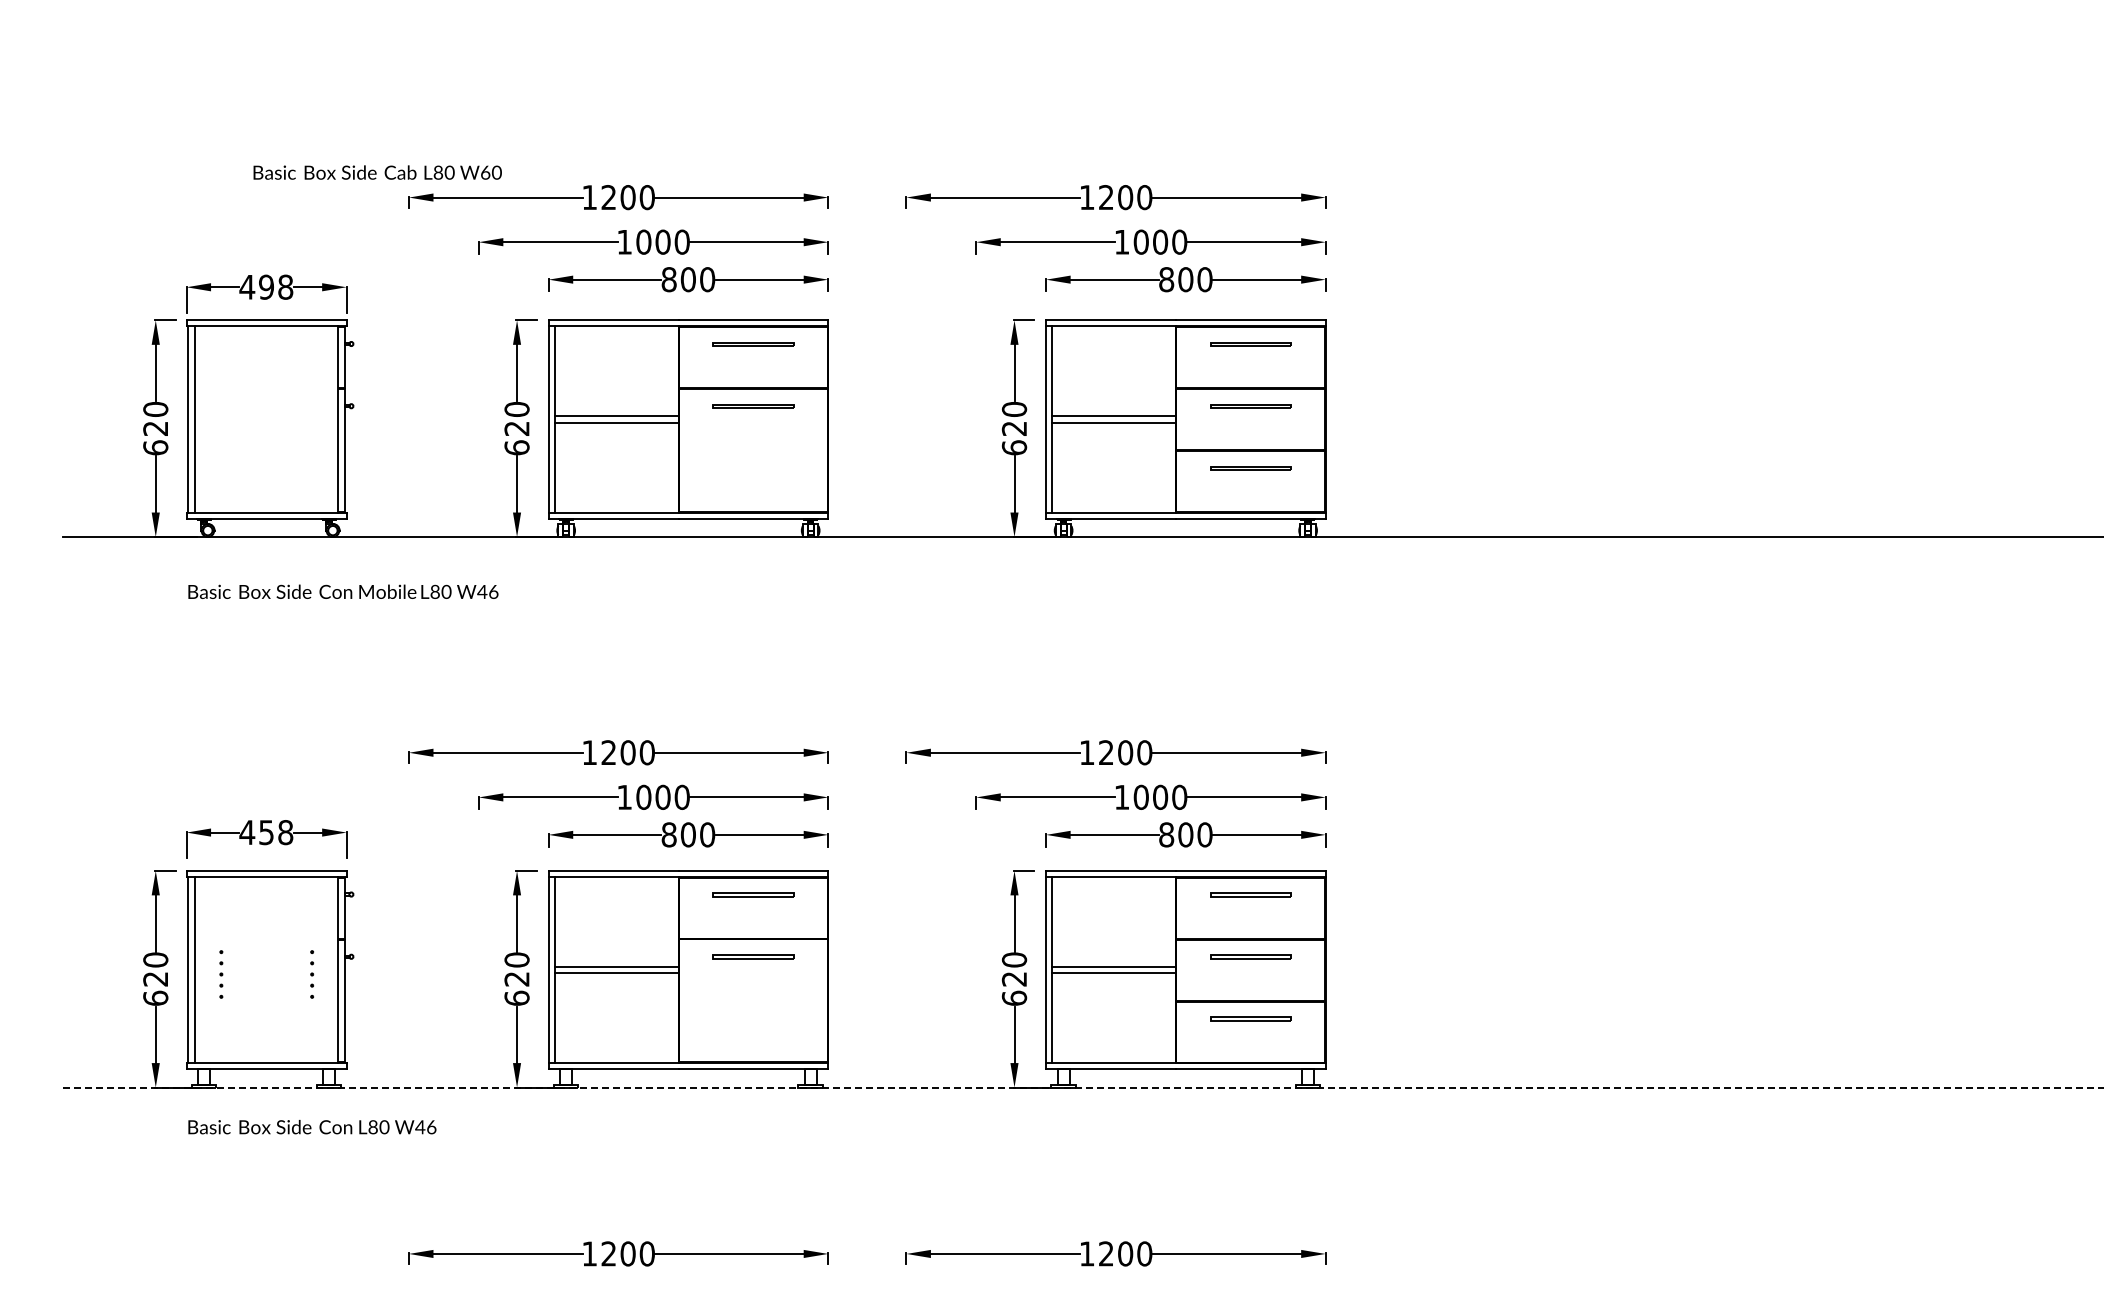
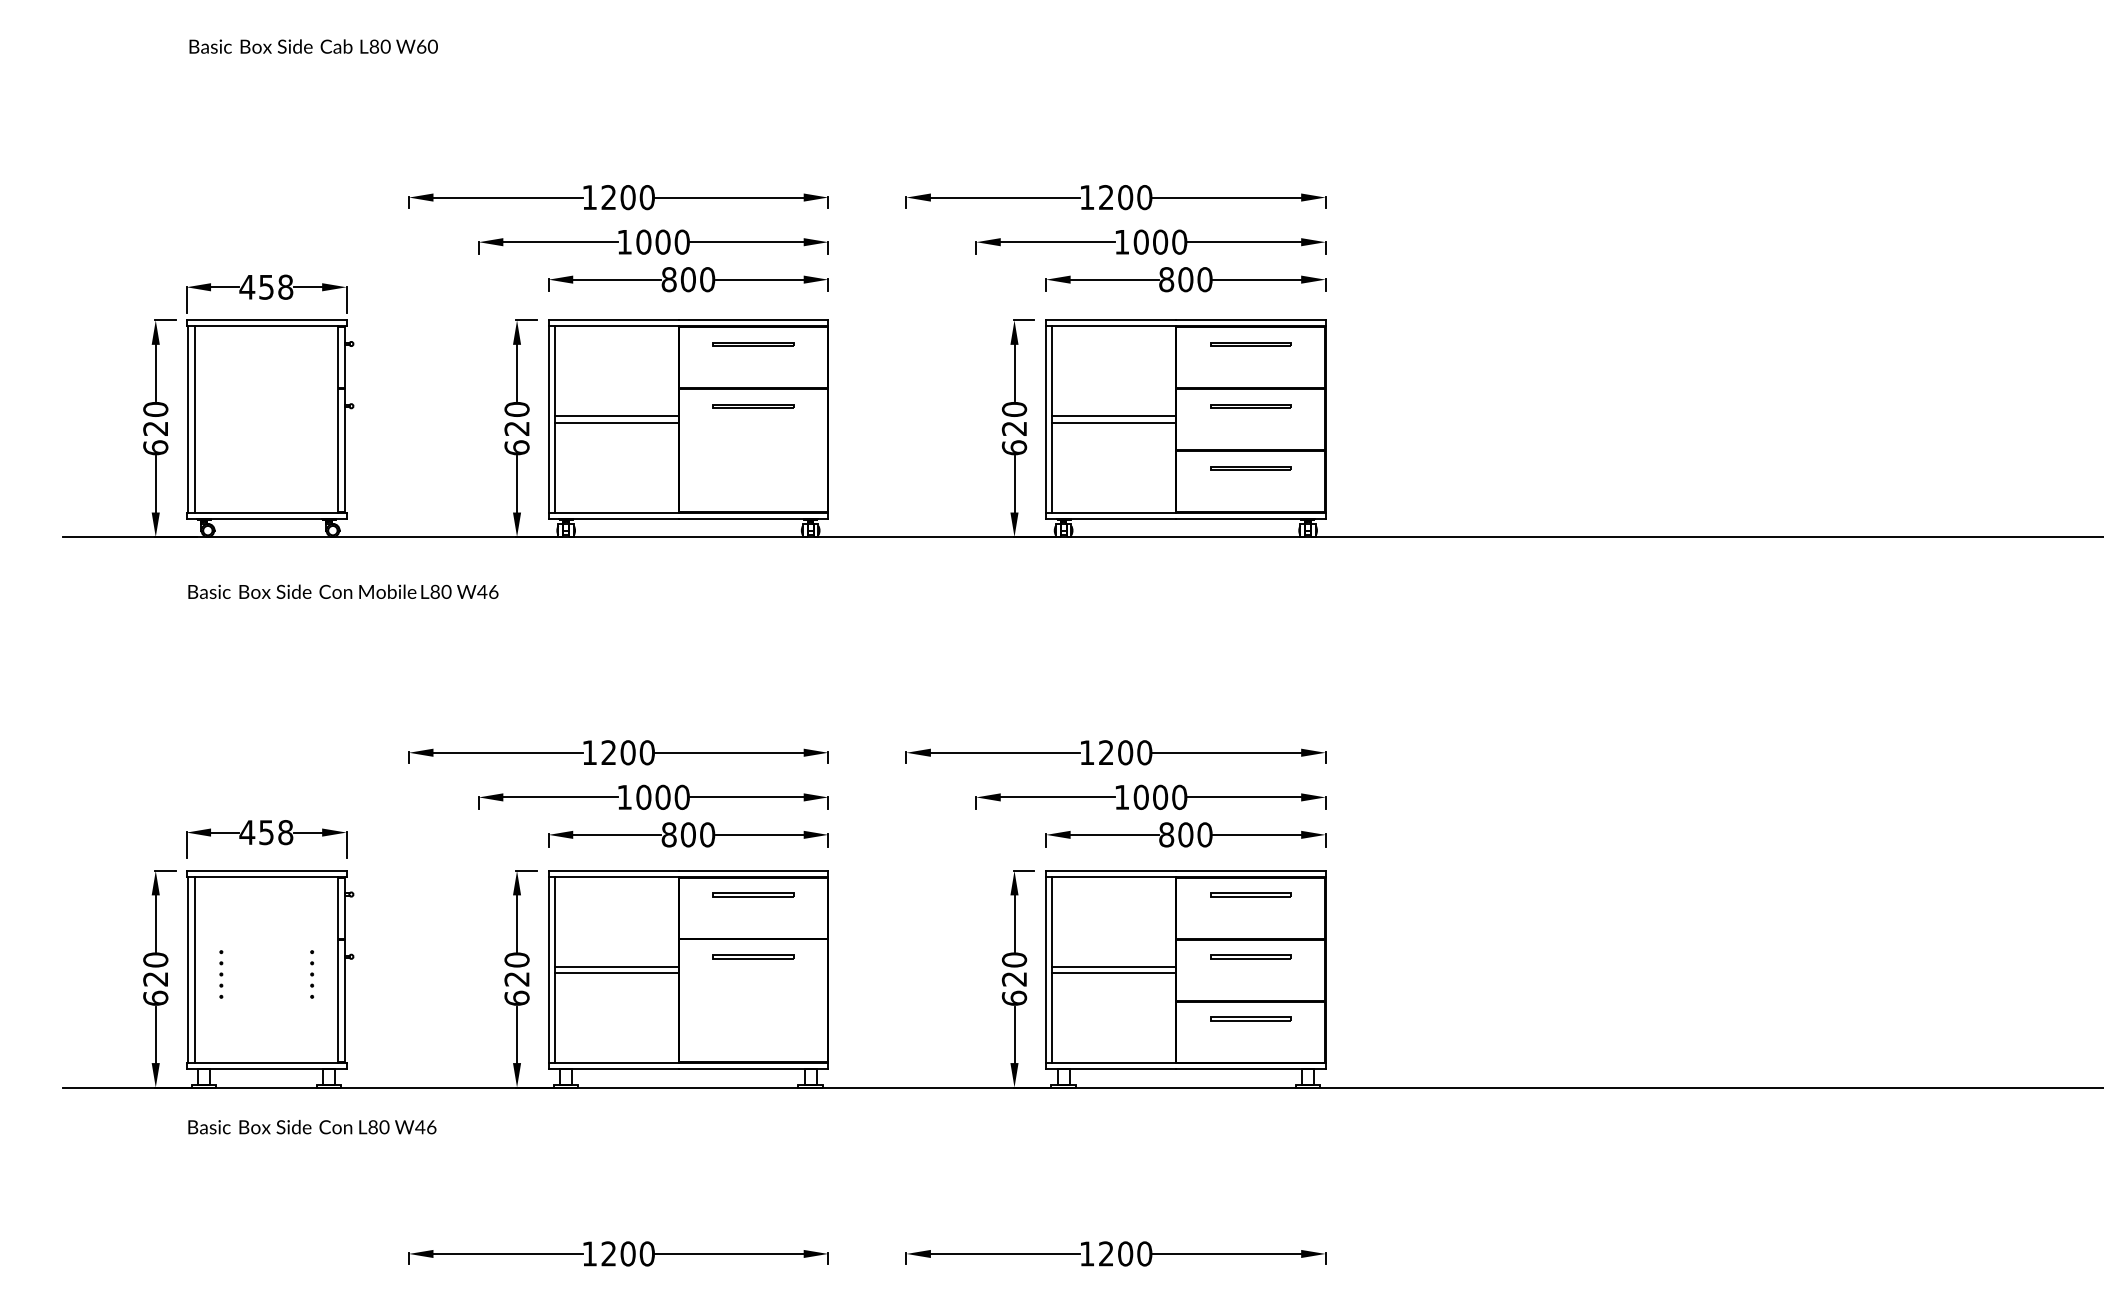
text at (377, 172) position: (377, 172) -> (313, 46)
text at (266, 286): 498 -> 458
line at (1083, 1087): dashed -> solid
